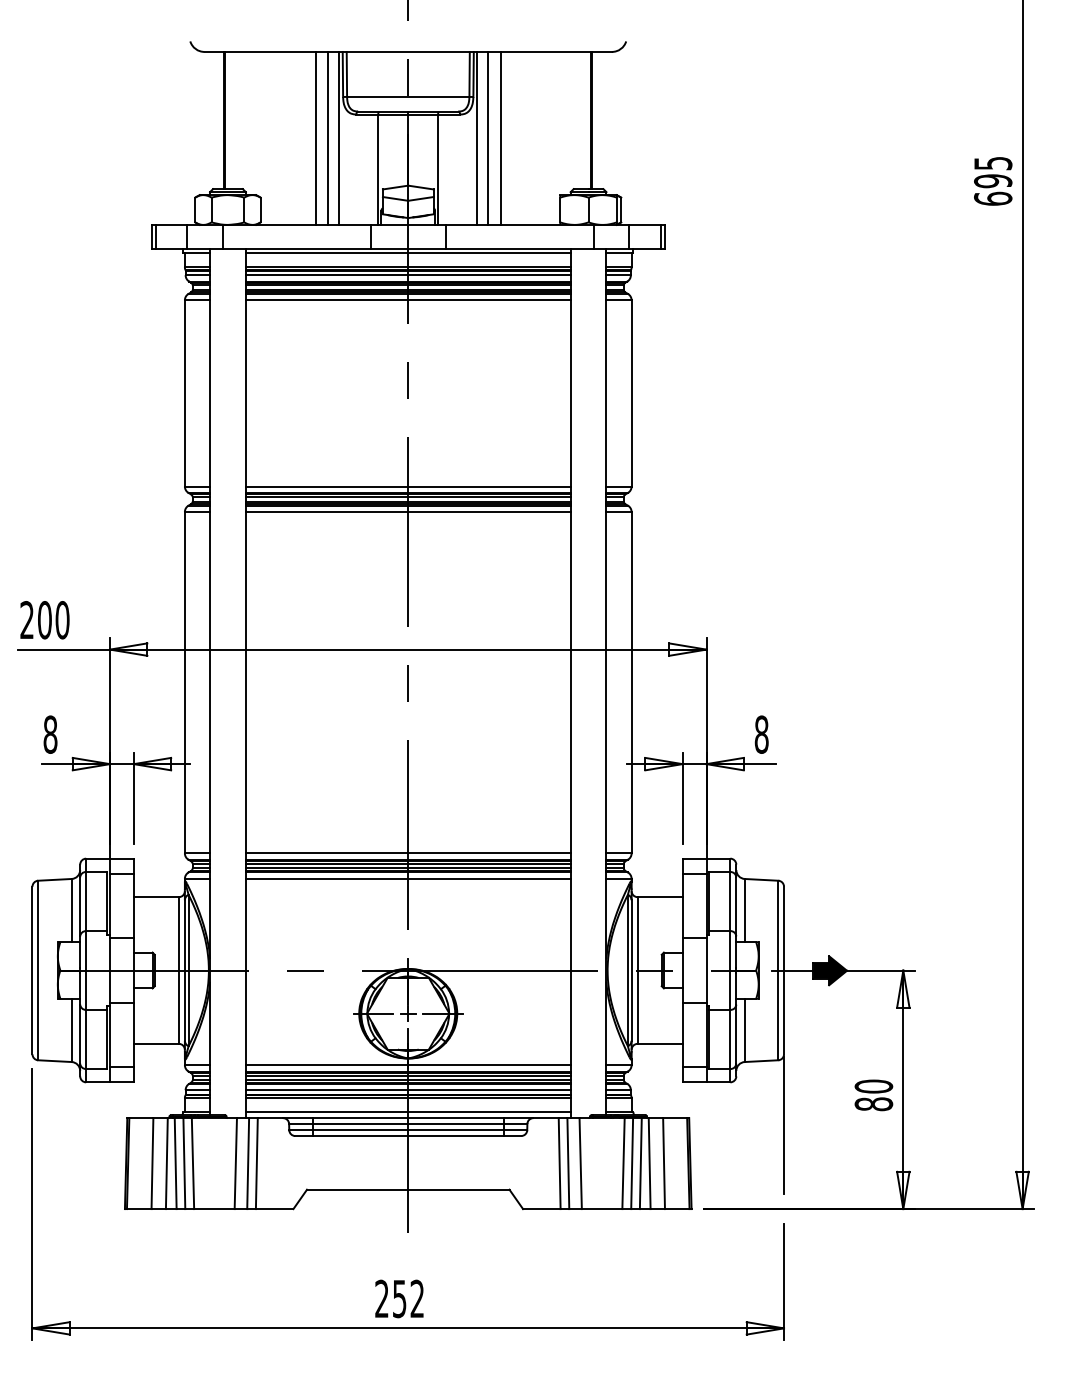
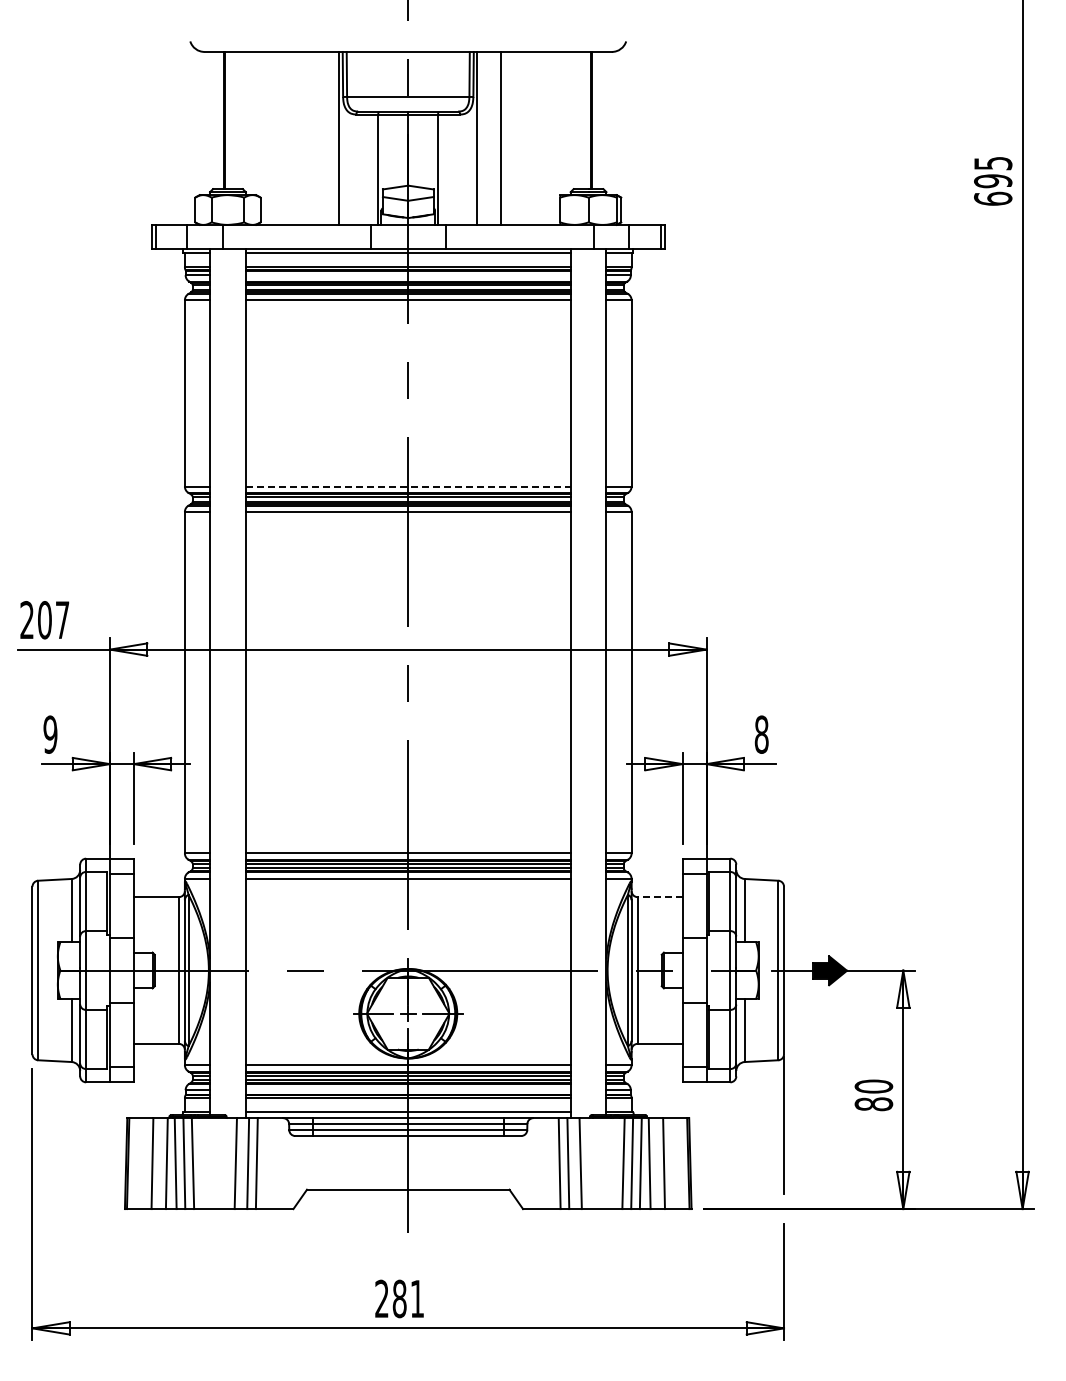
line at (315, 137): present -> none
line at (328, 137): present -> none
line at (488, 137): present -> none
line at (407, 275): present -> none
line at (408, 486): solid -> dashed
text at (62, 620): 200 -> 207
text at (50, 734): 8 -> 9
line at (660, 897): solid -> dashed
line at (407, 1090): present -> none
text at (407, 1298): 252 -> 281
